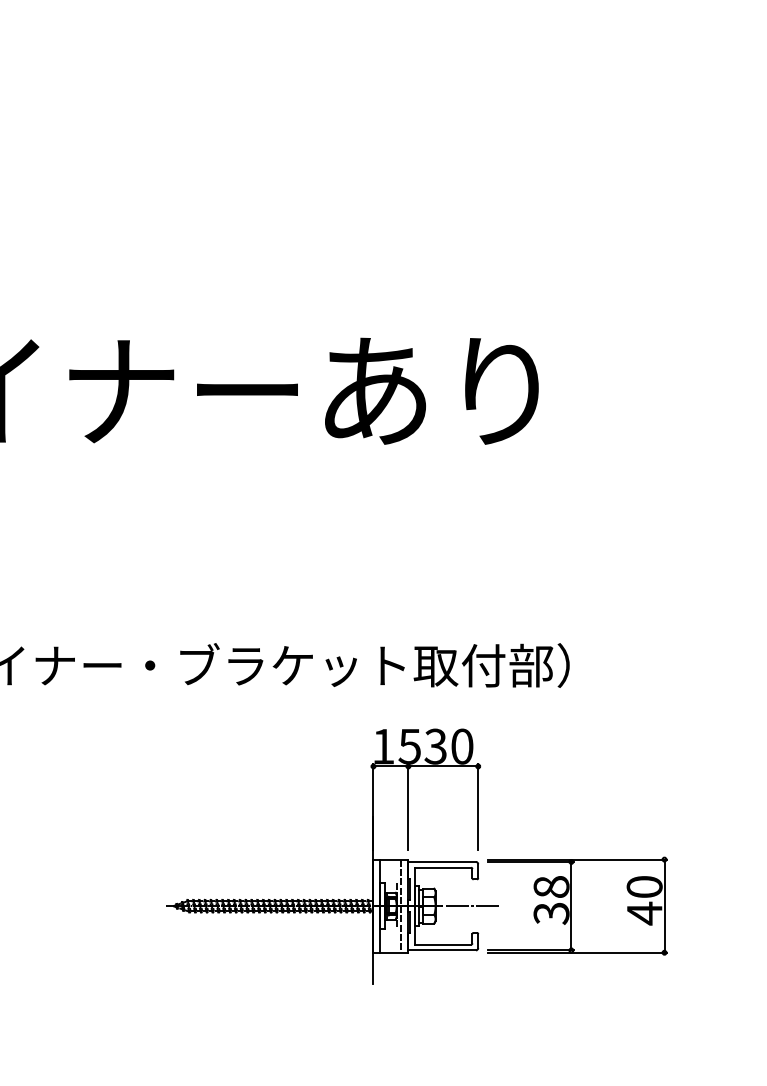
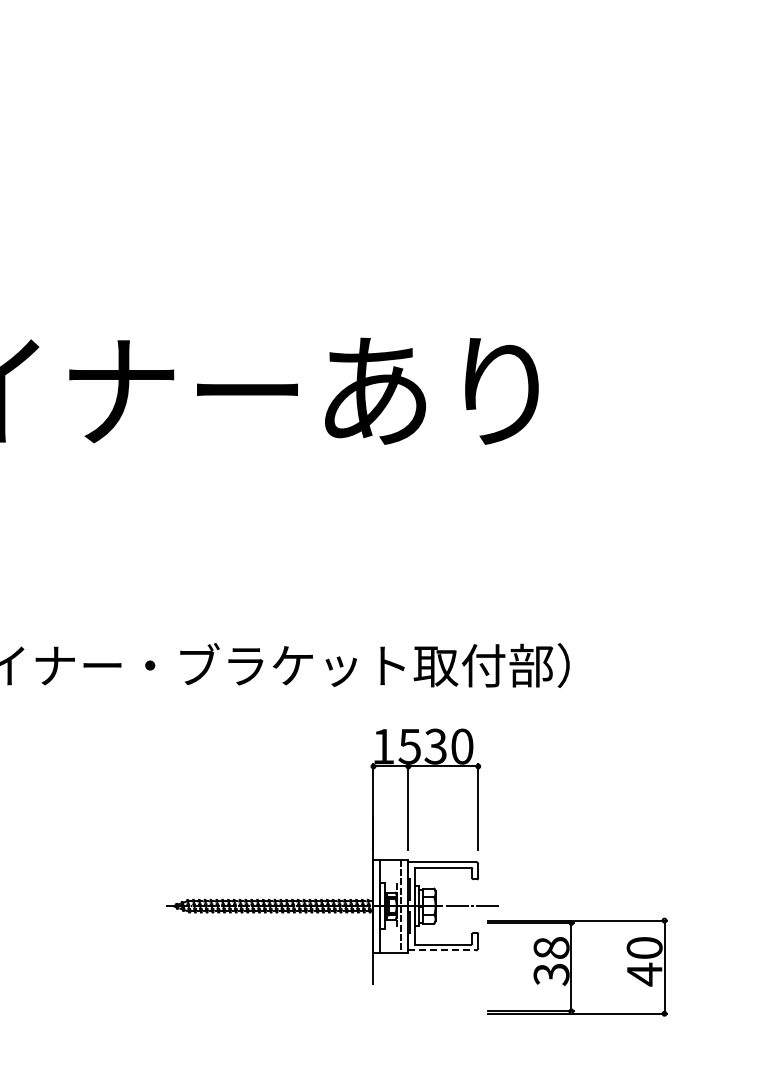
part at (577, 905) position: (577, 905) -> (577, 966)
line at (442, 950): solid -> dashed
